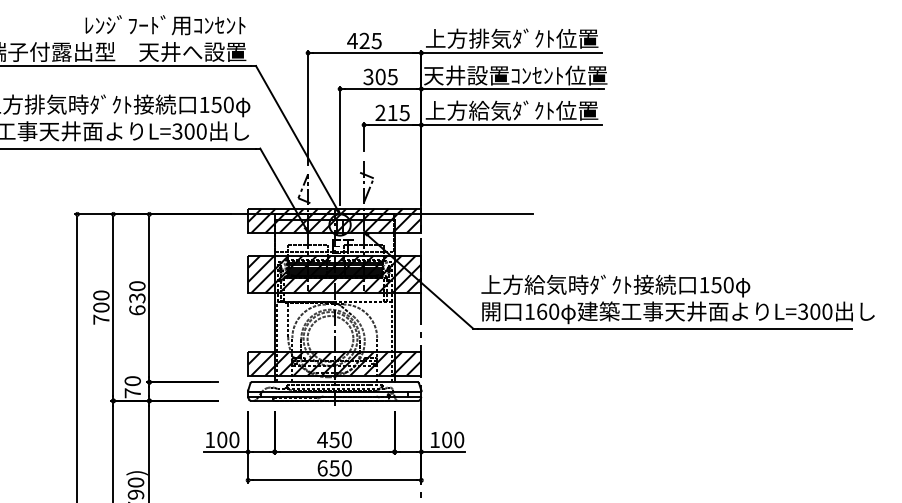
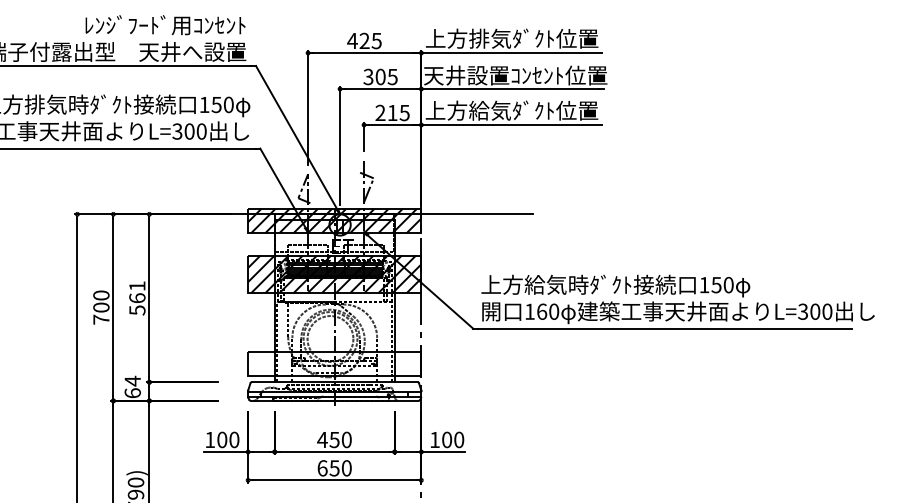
text at (137, 298): 630 -> 561
hatch at (334, 363): present -> none
text at (132, 386): 70 -> 64
